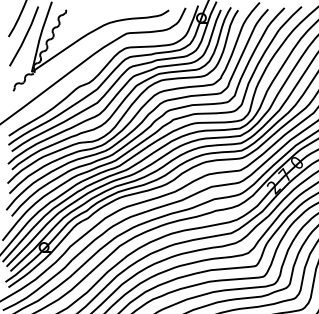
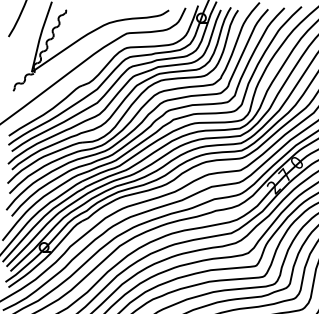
line at (24, 36): present -> none
